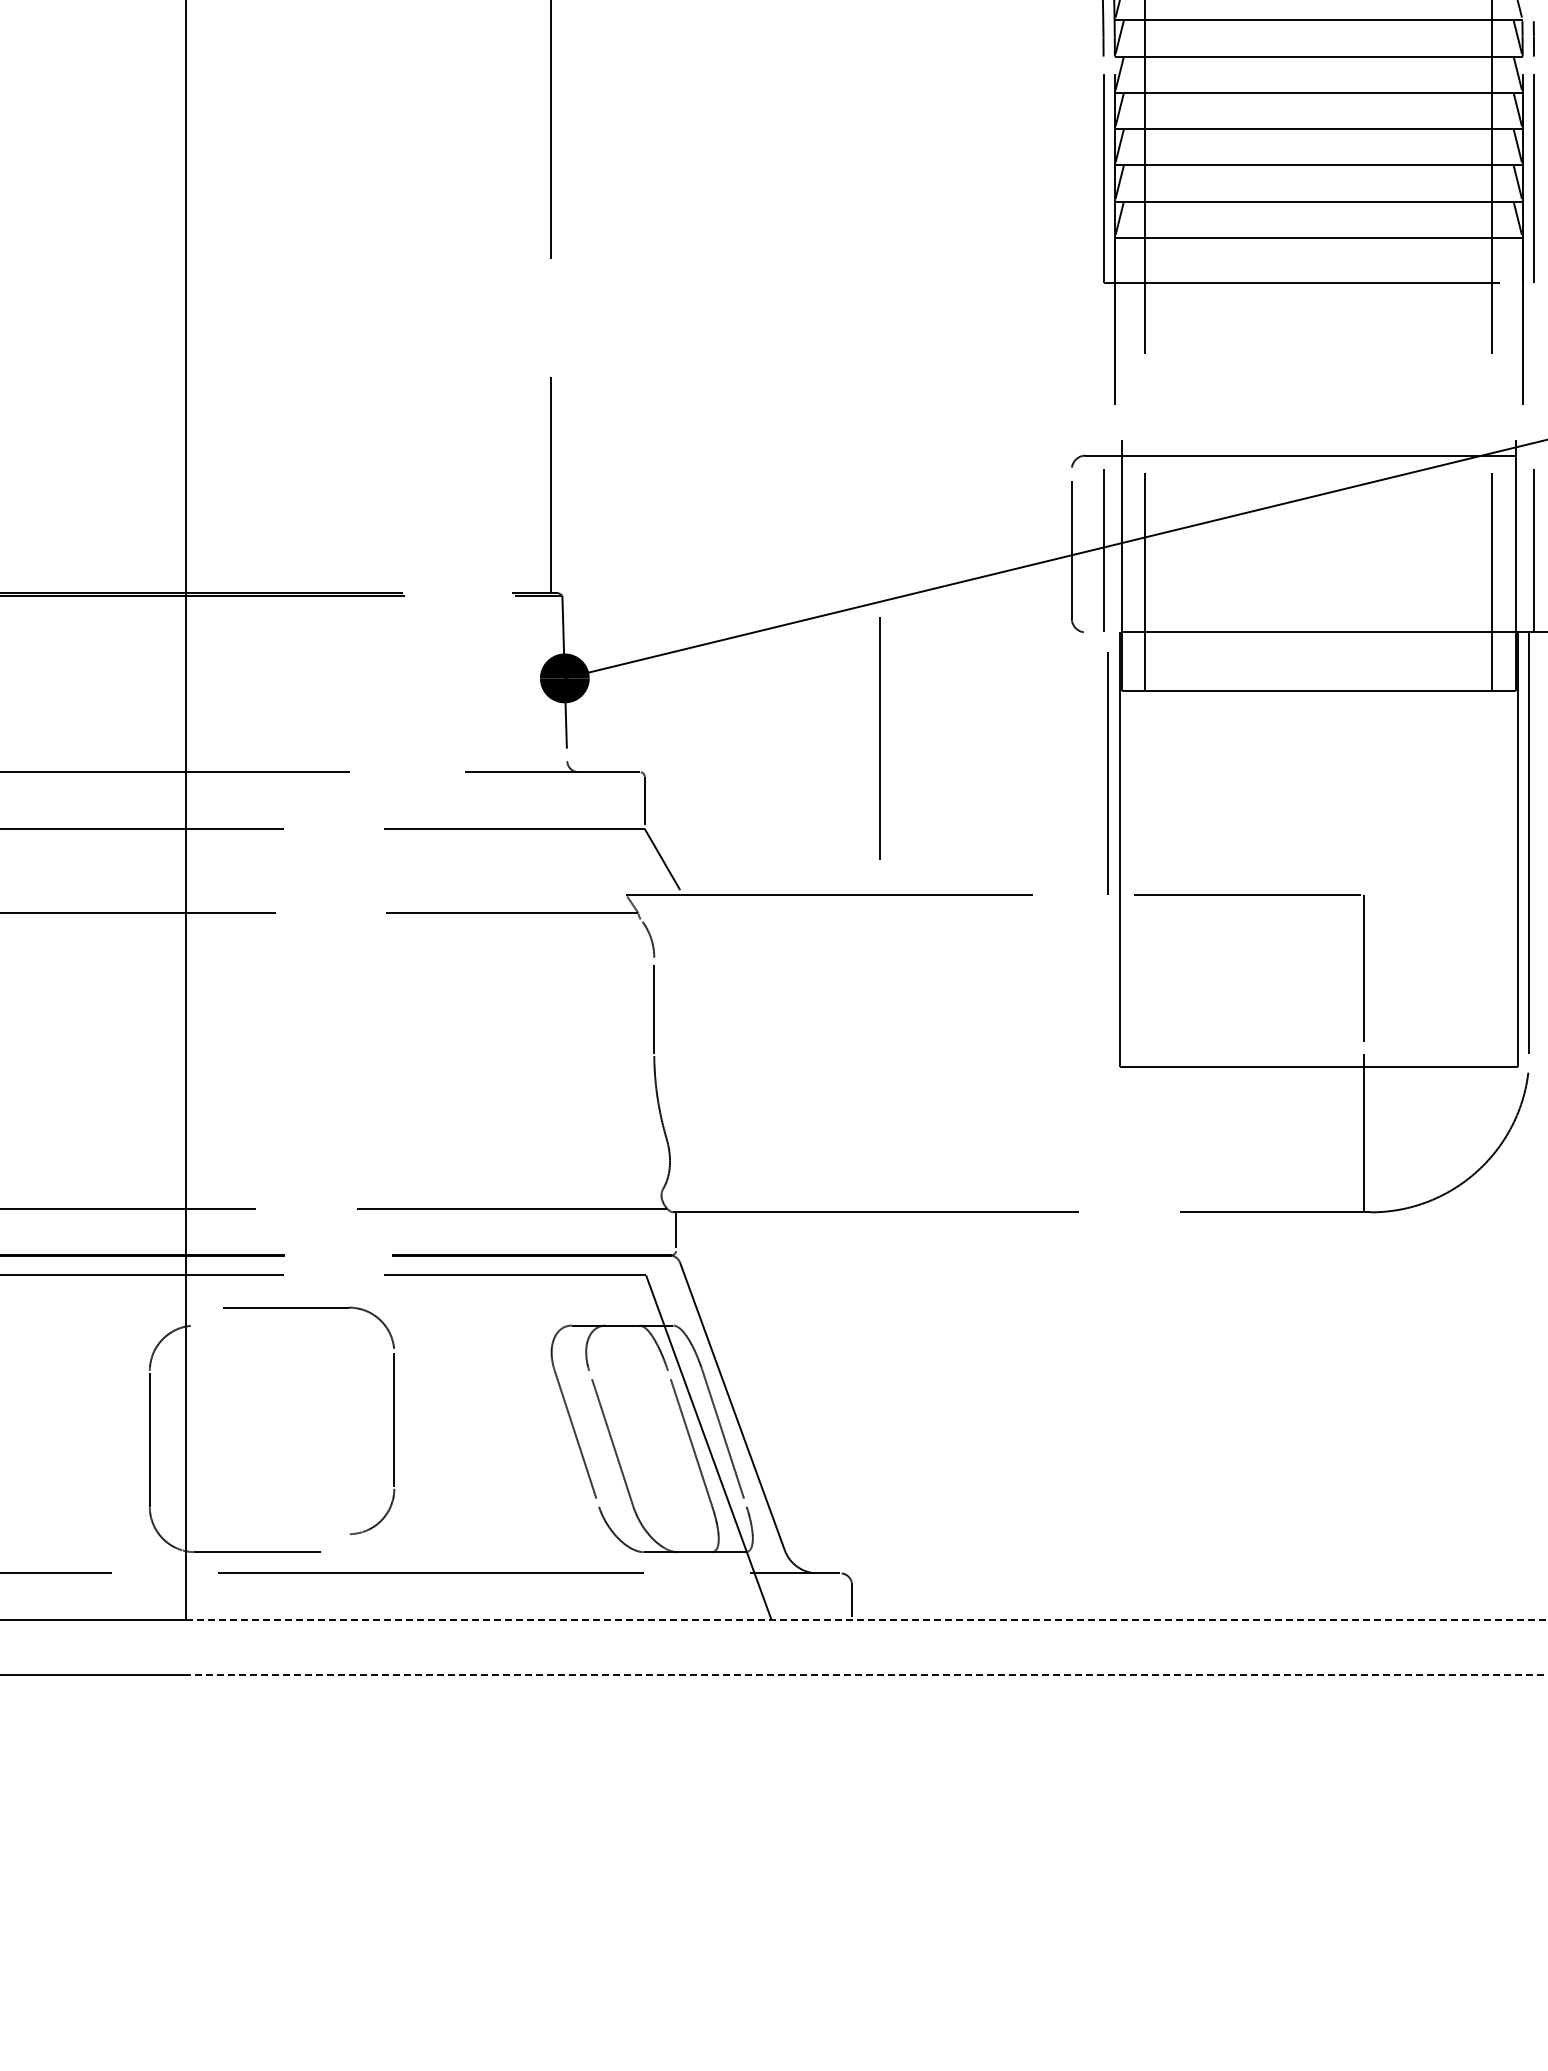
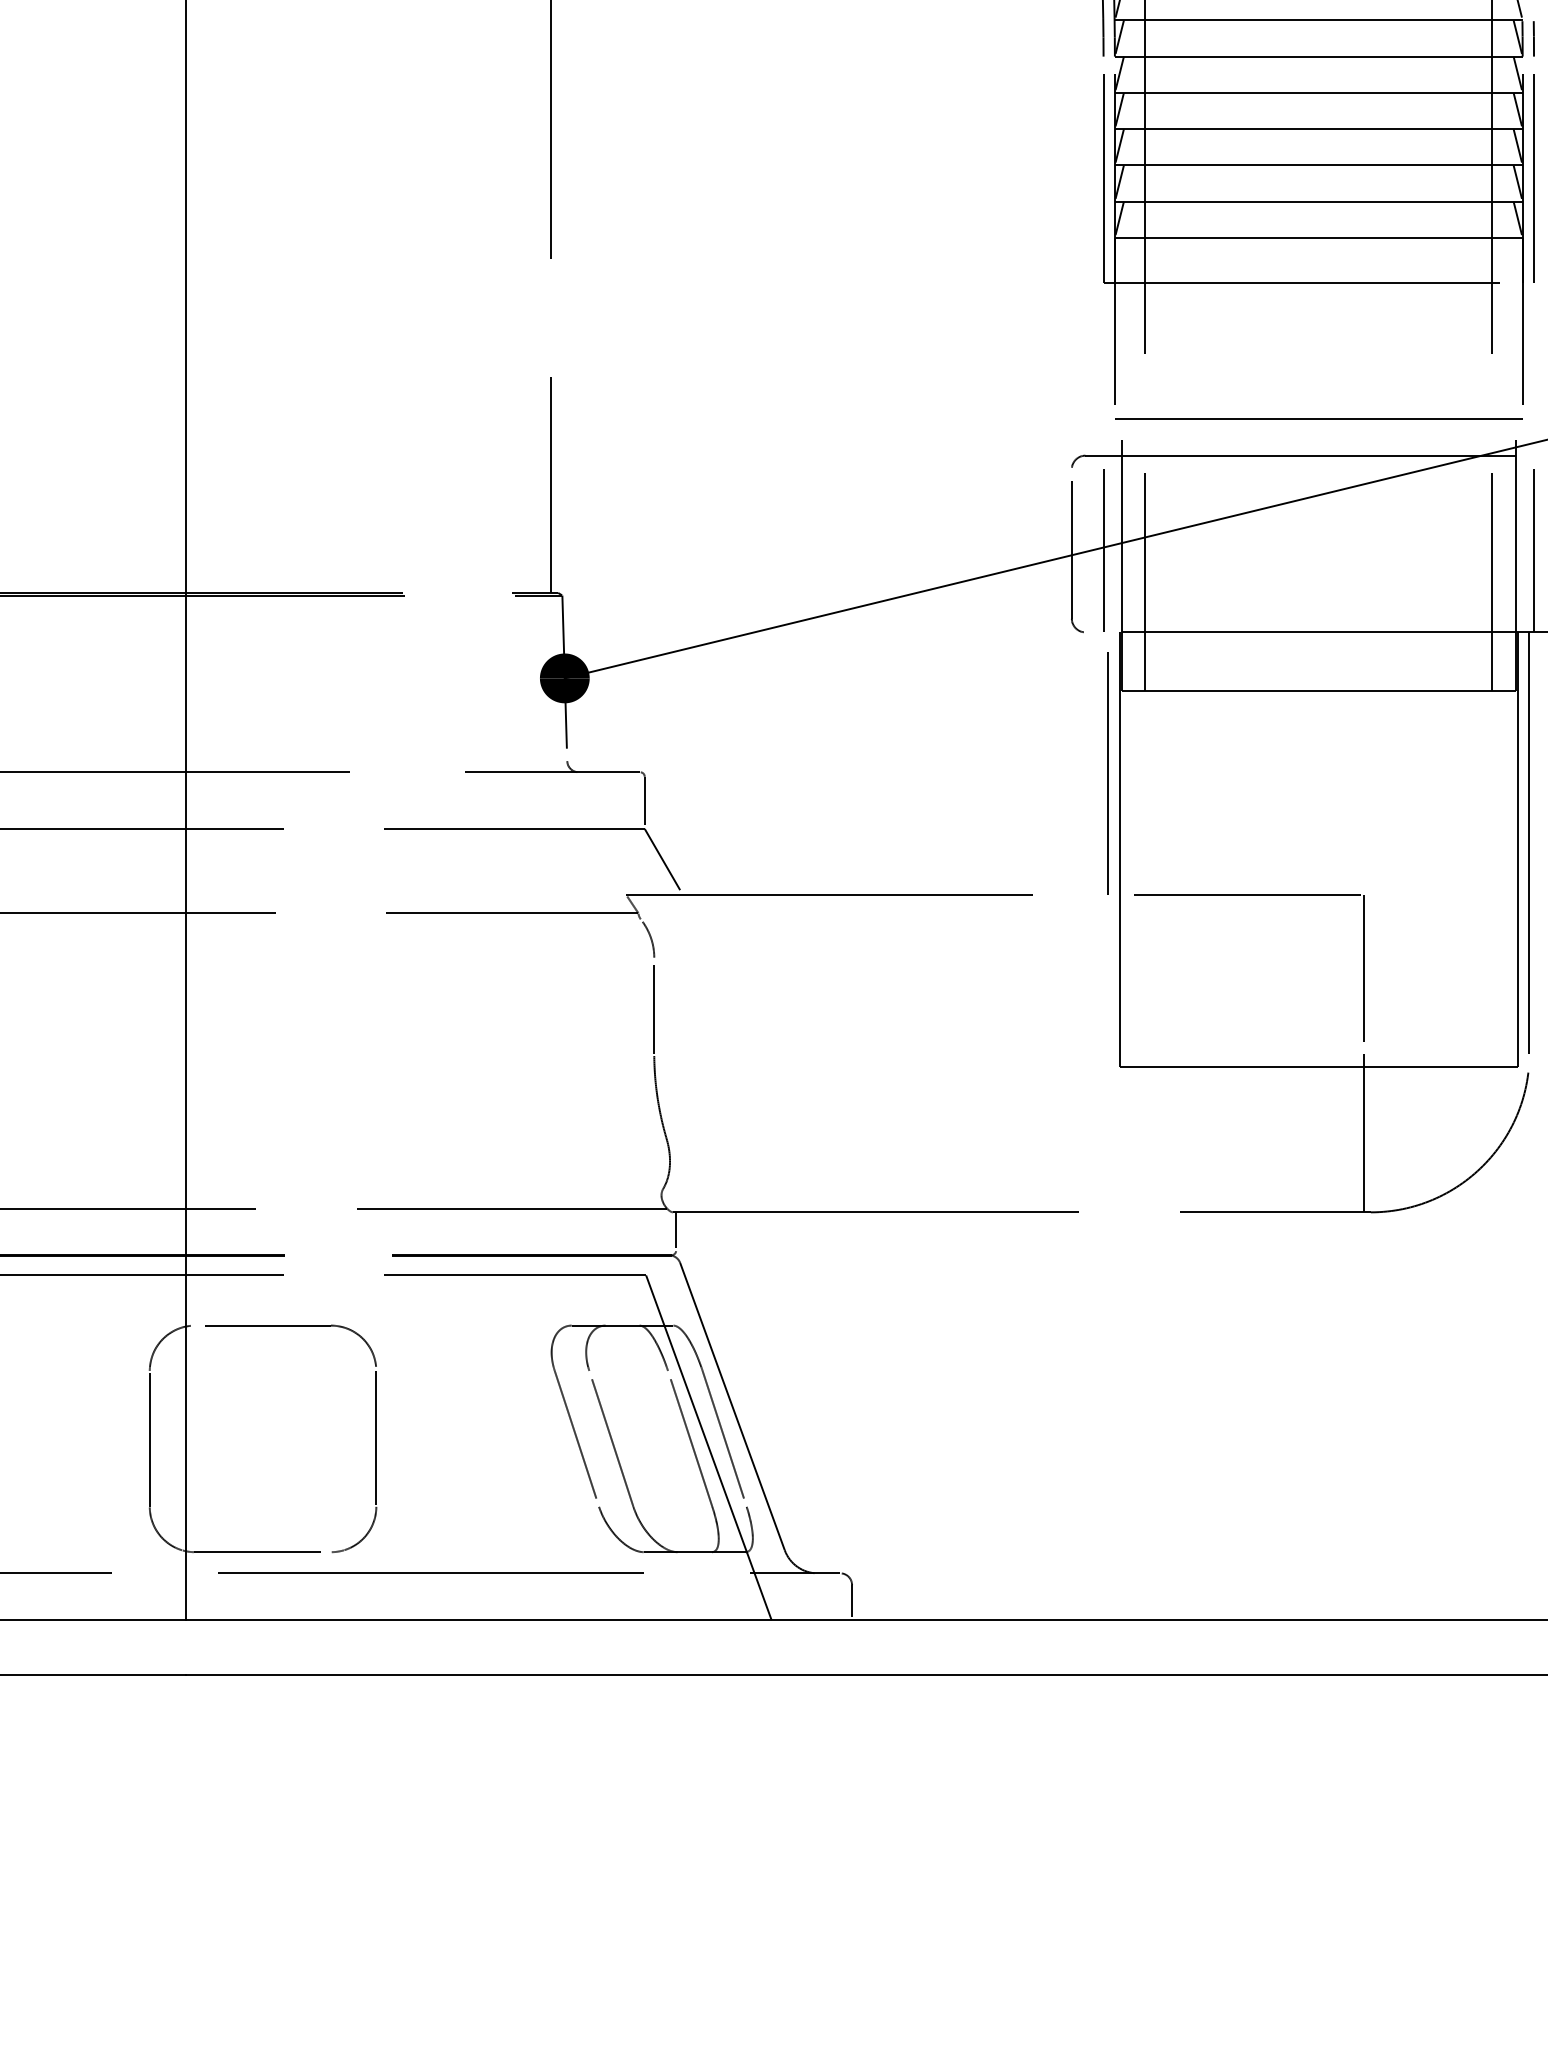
line at (1318, 419): none -> present
line at (879, 738): present -> none
part at (393, 1420) position: (393, 1420) -> (375, 1438)
line at (866, 1620): dashed -> solid
line at (866, 1674): dashed -> solid
